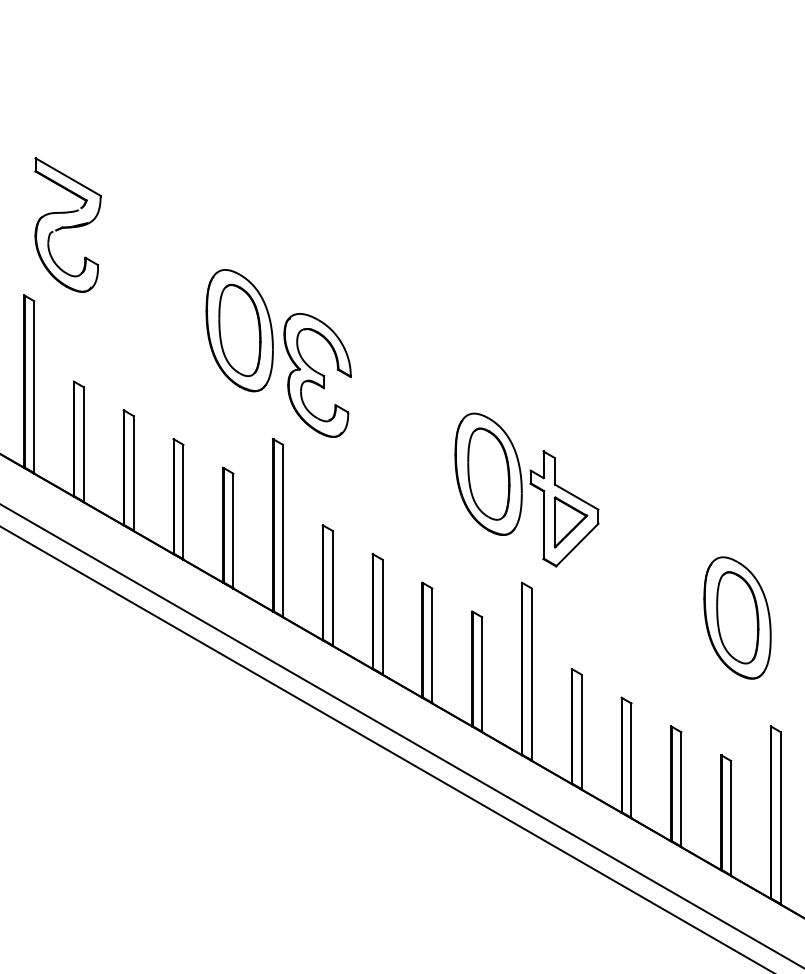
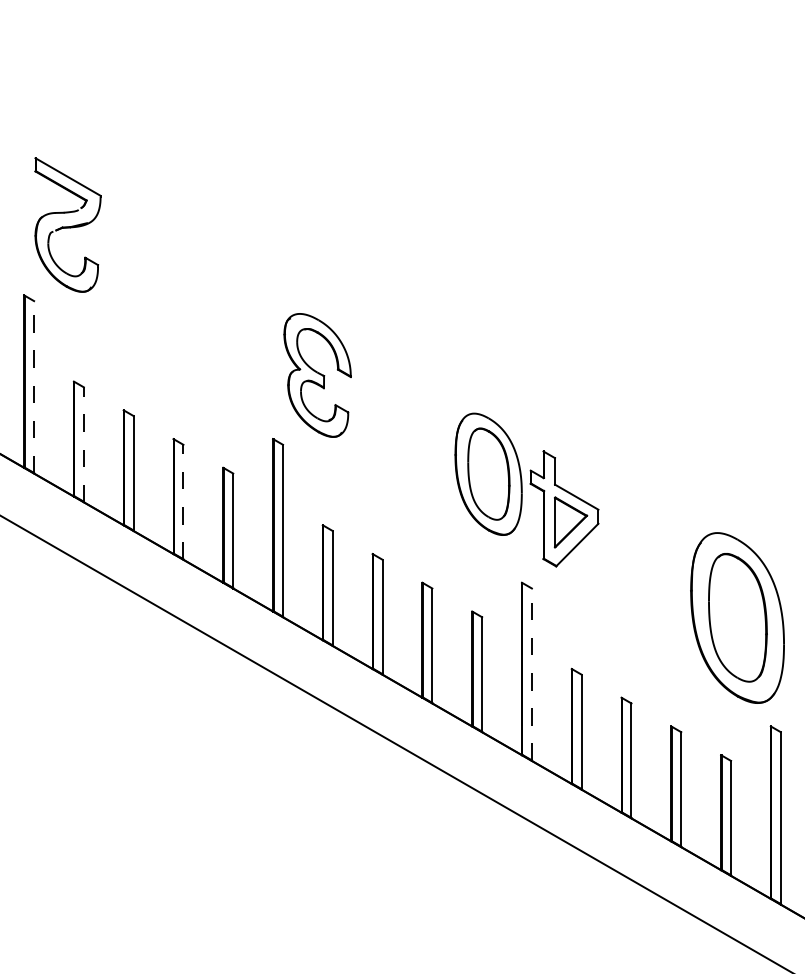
part at (239, 330): present -> none
line at (34, 386): solid -> dashed
line at (83, 444): solid -> dashed
line at (183, 501): solid -> dashed
part at (737, 617) size: 69x124 px -> 95x172 px
line at (531, 674): solid -> dashed
line at (401, 735): present -> none
line at (386, 748) position: (386, 748) -> (395, 743)
